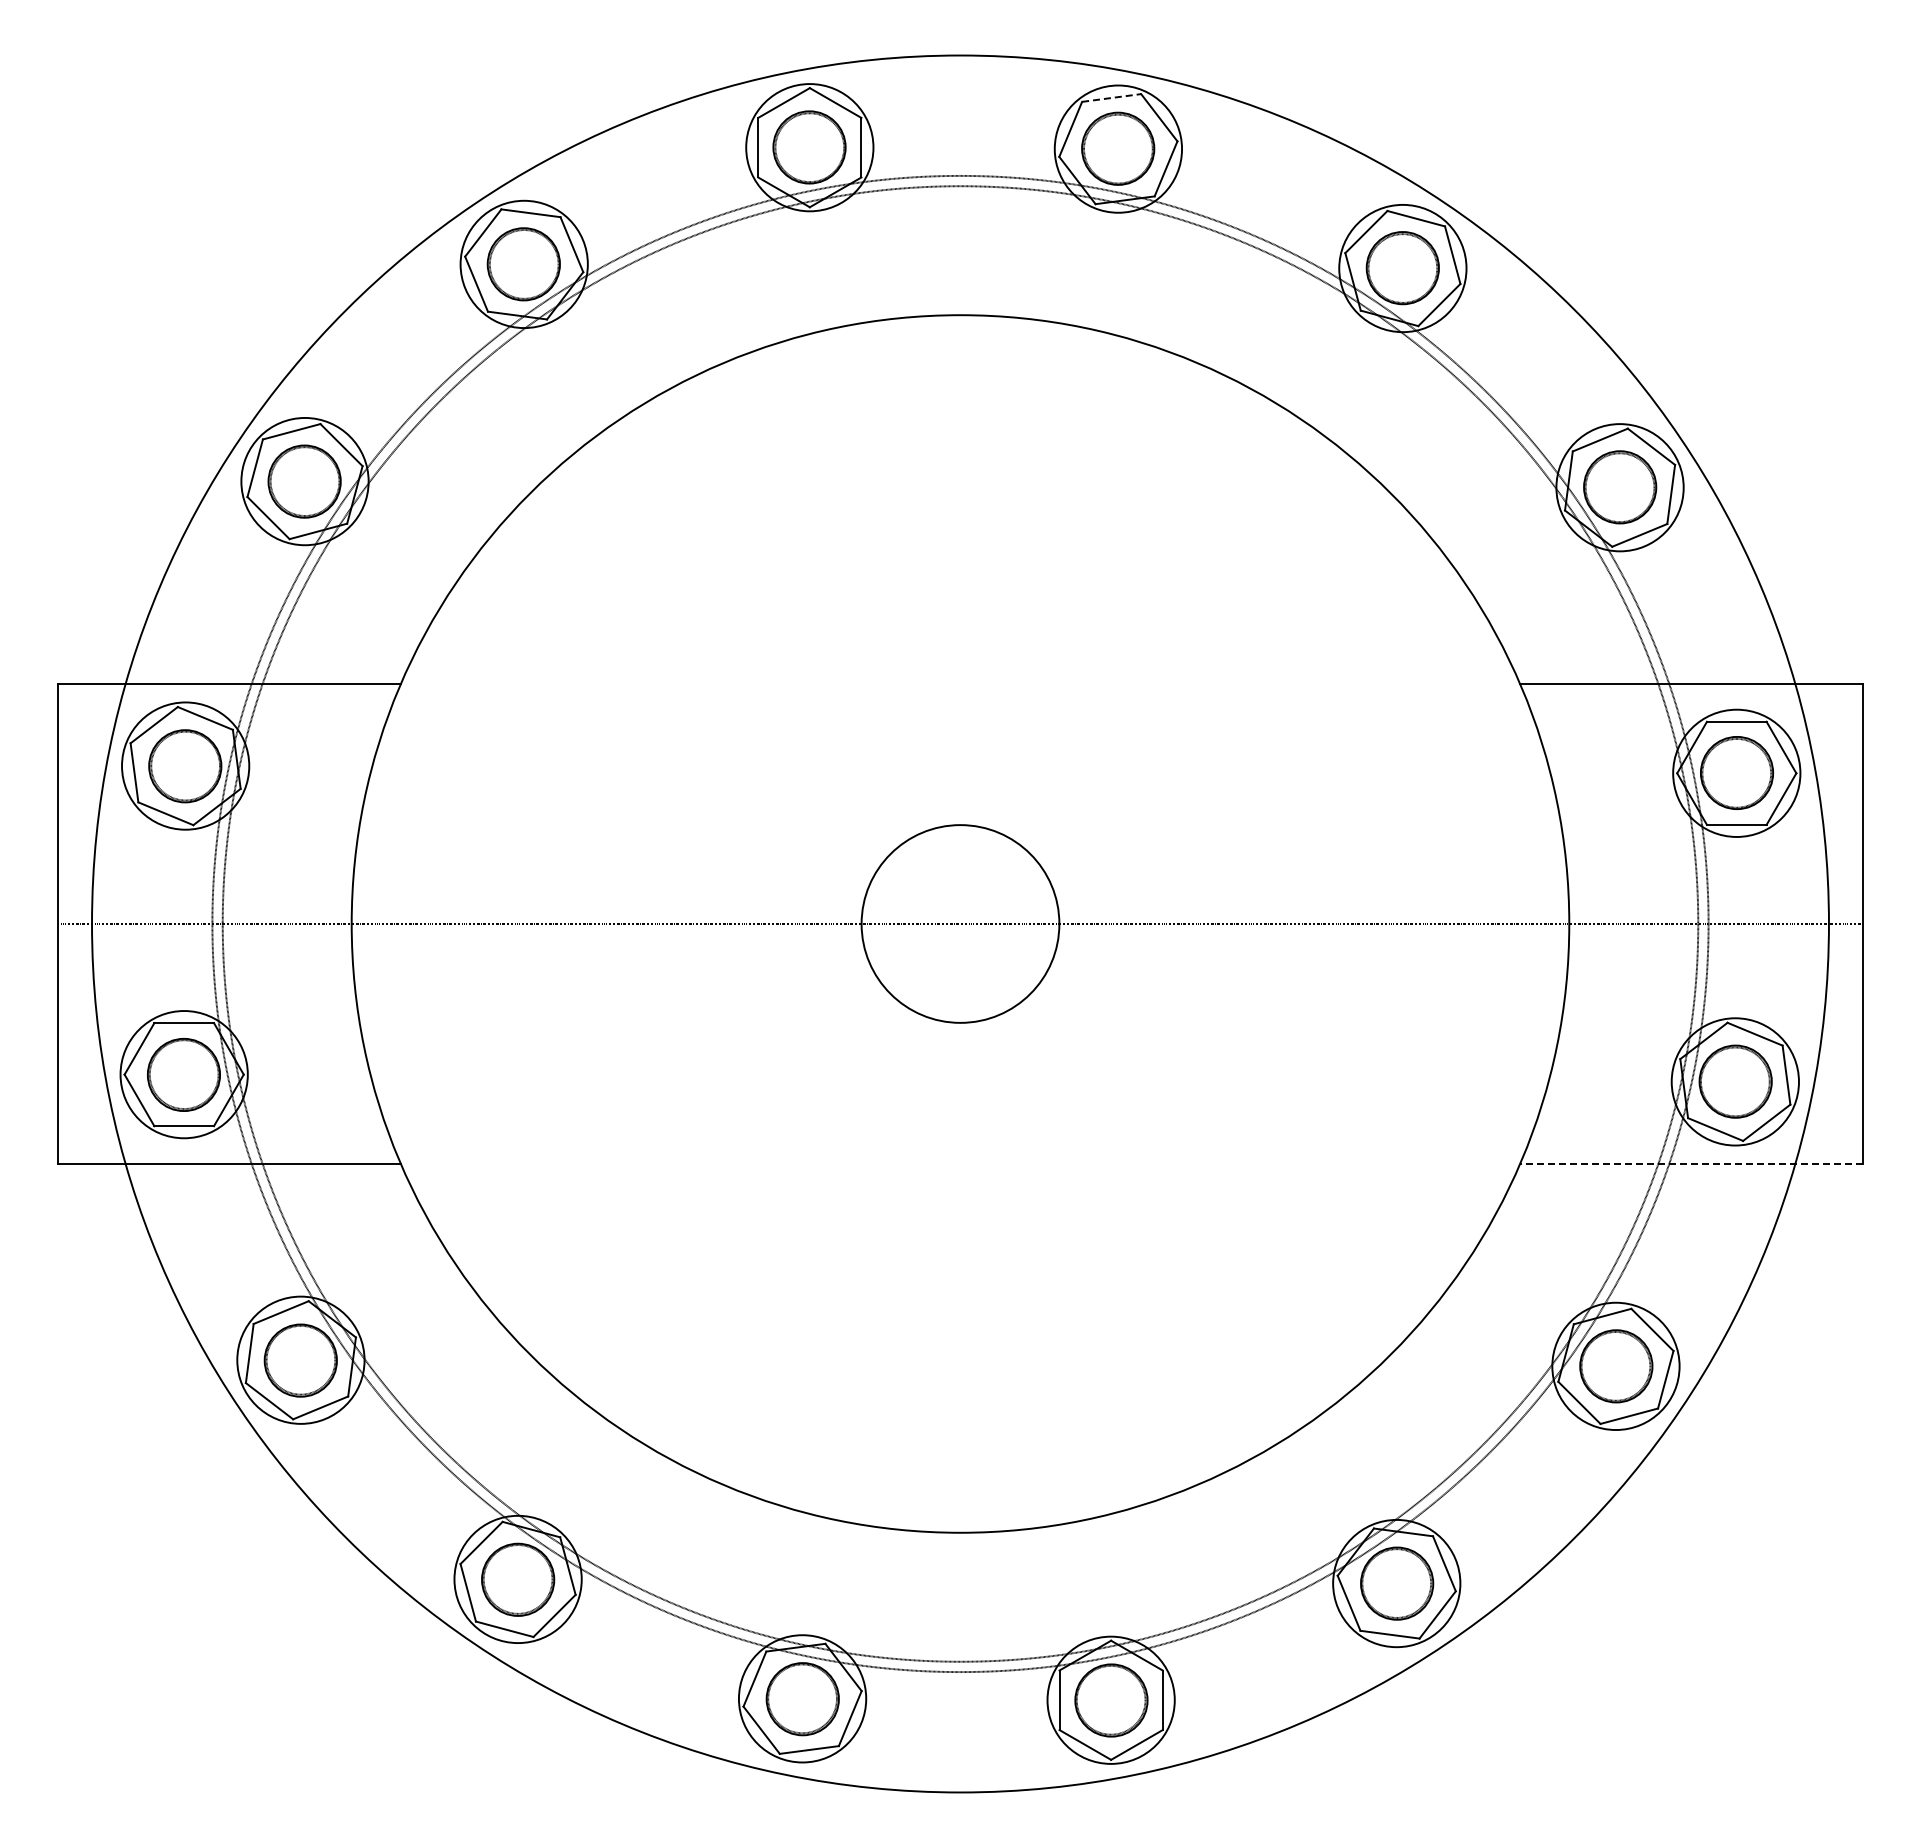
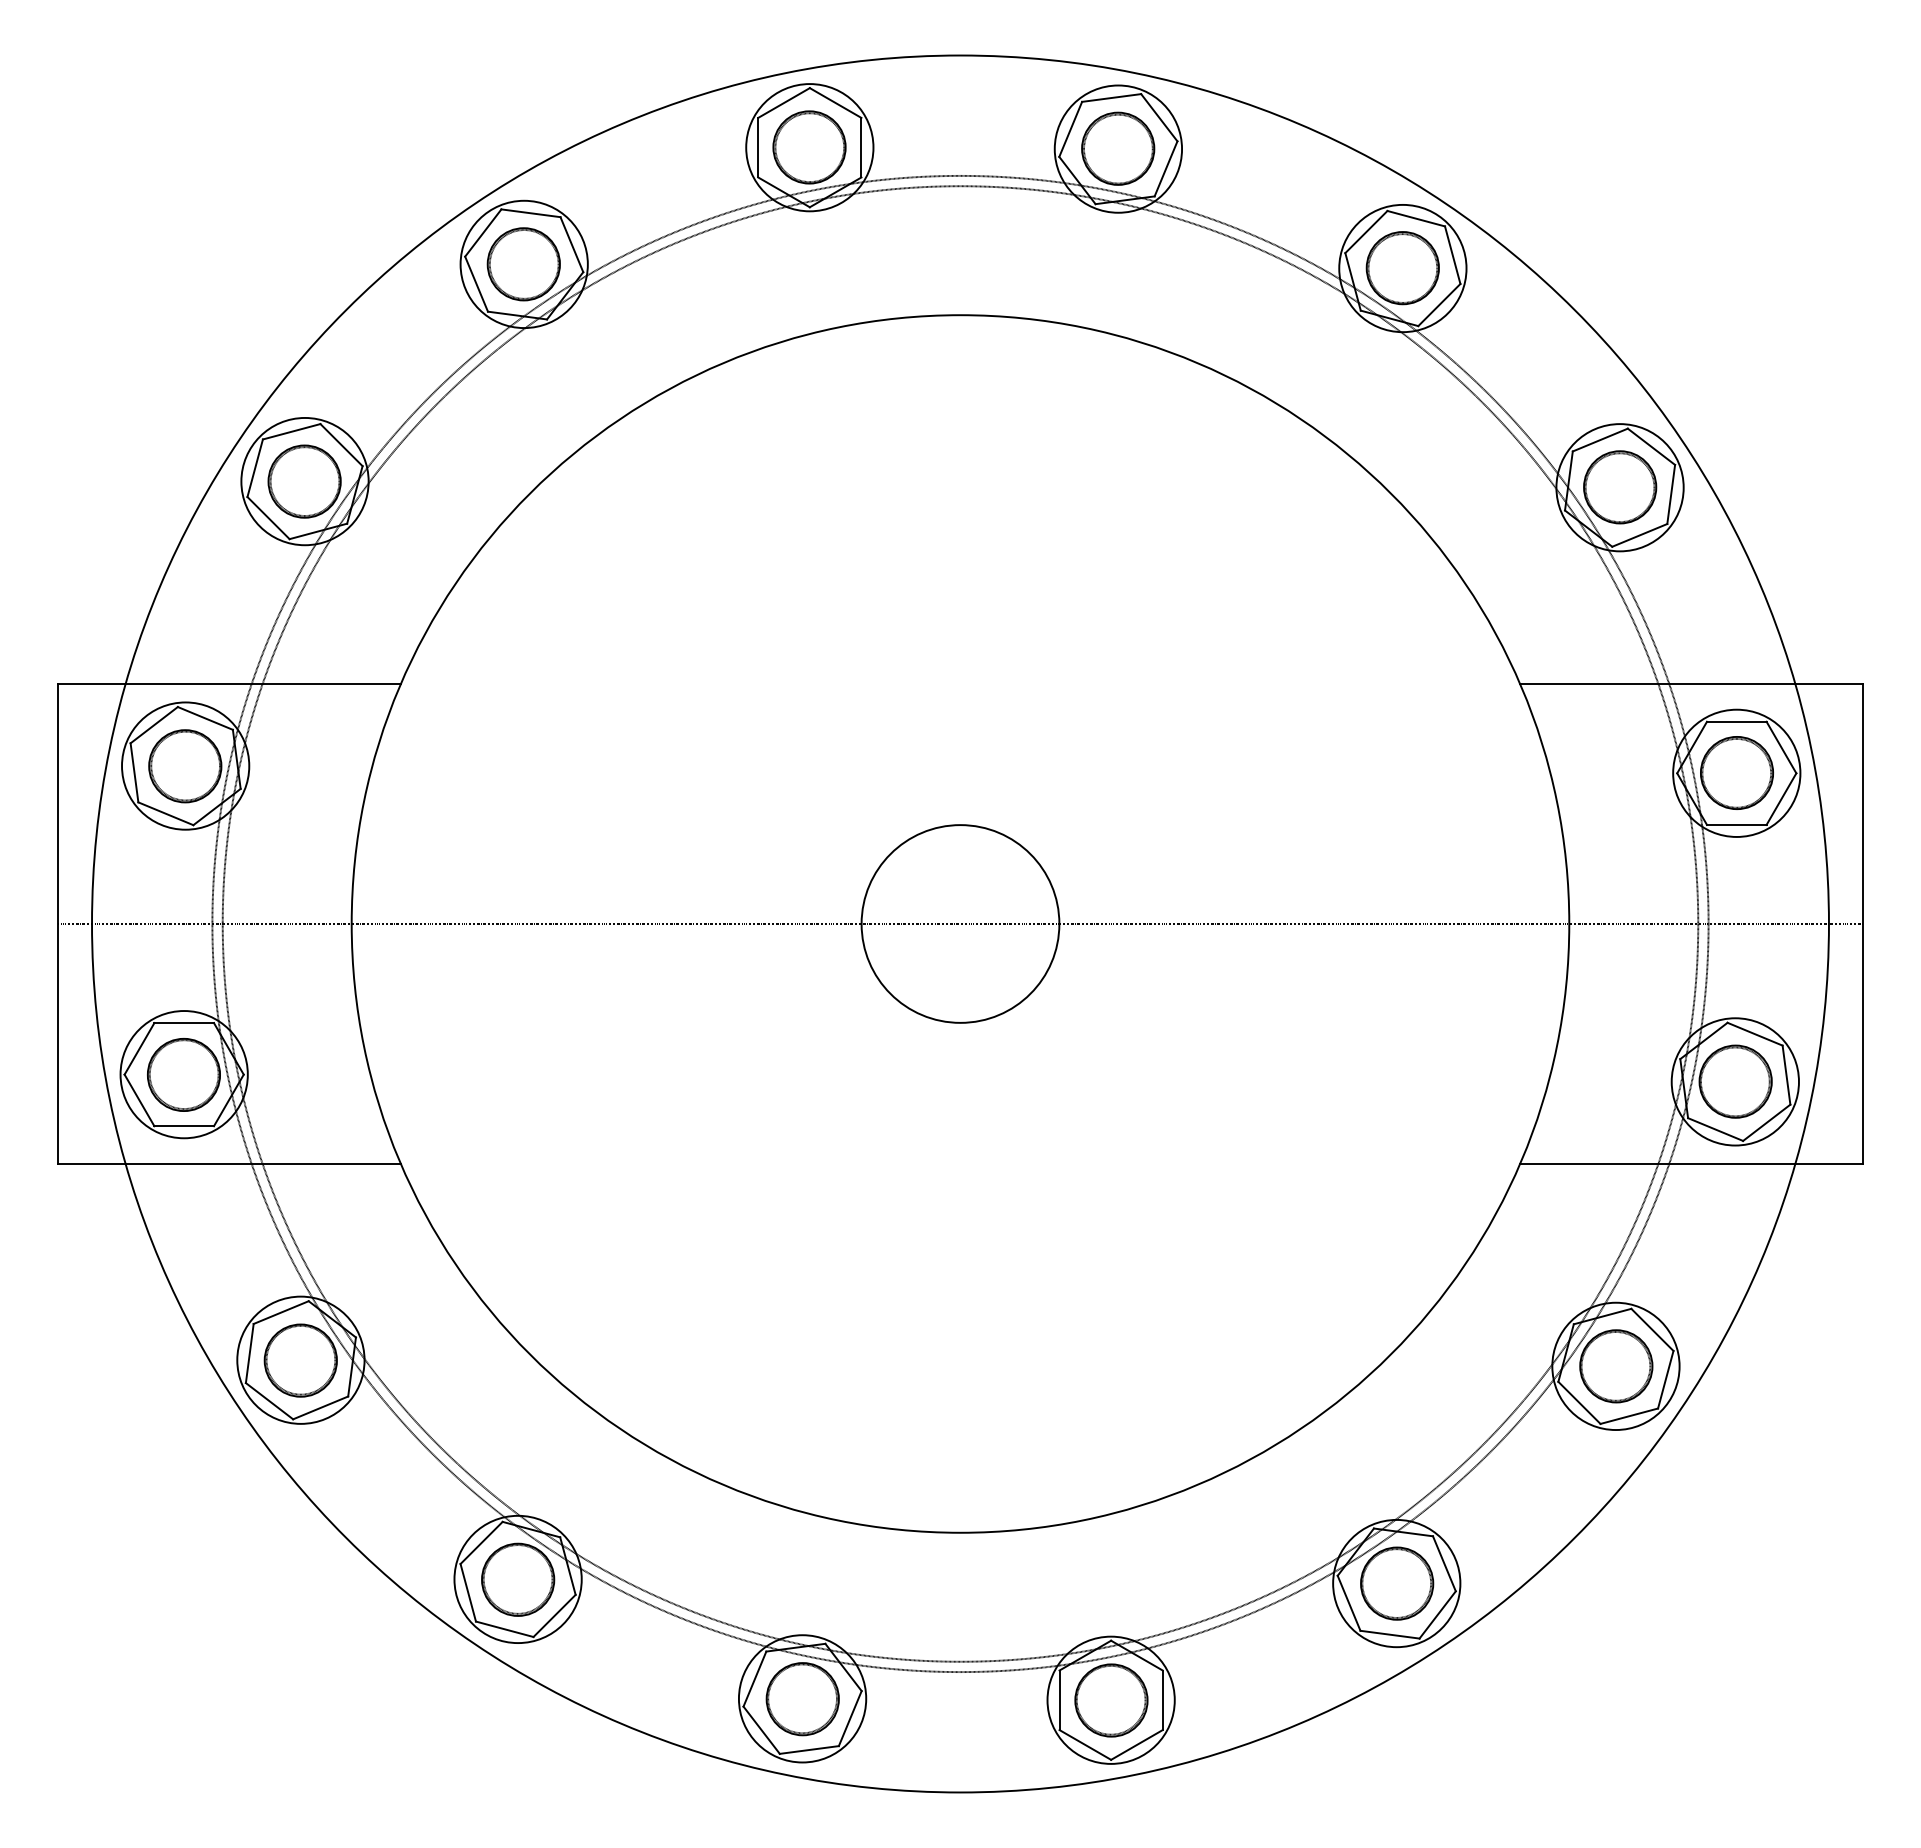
line at (1111, 98): dashed -> solid
line at (1691, 1164): dashed -> solid
